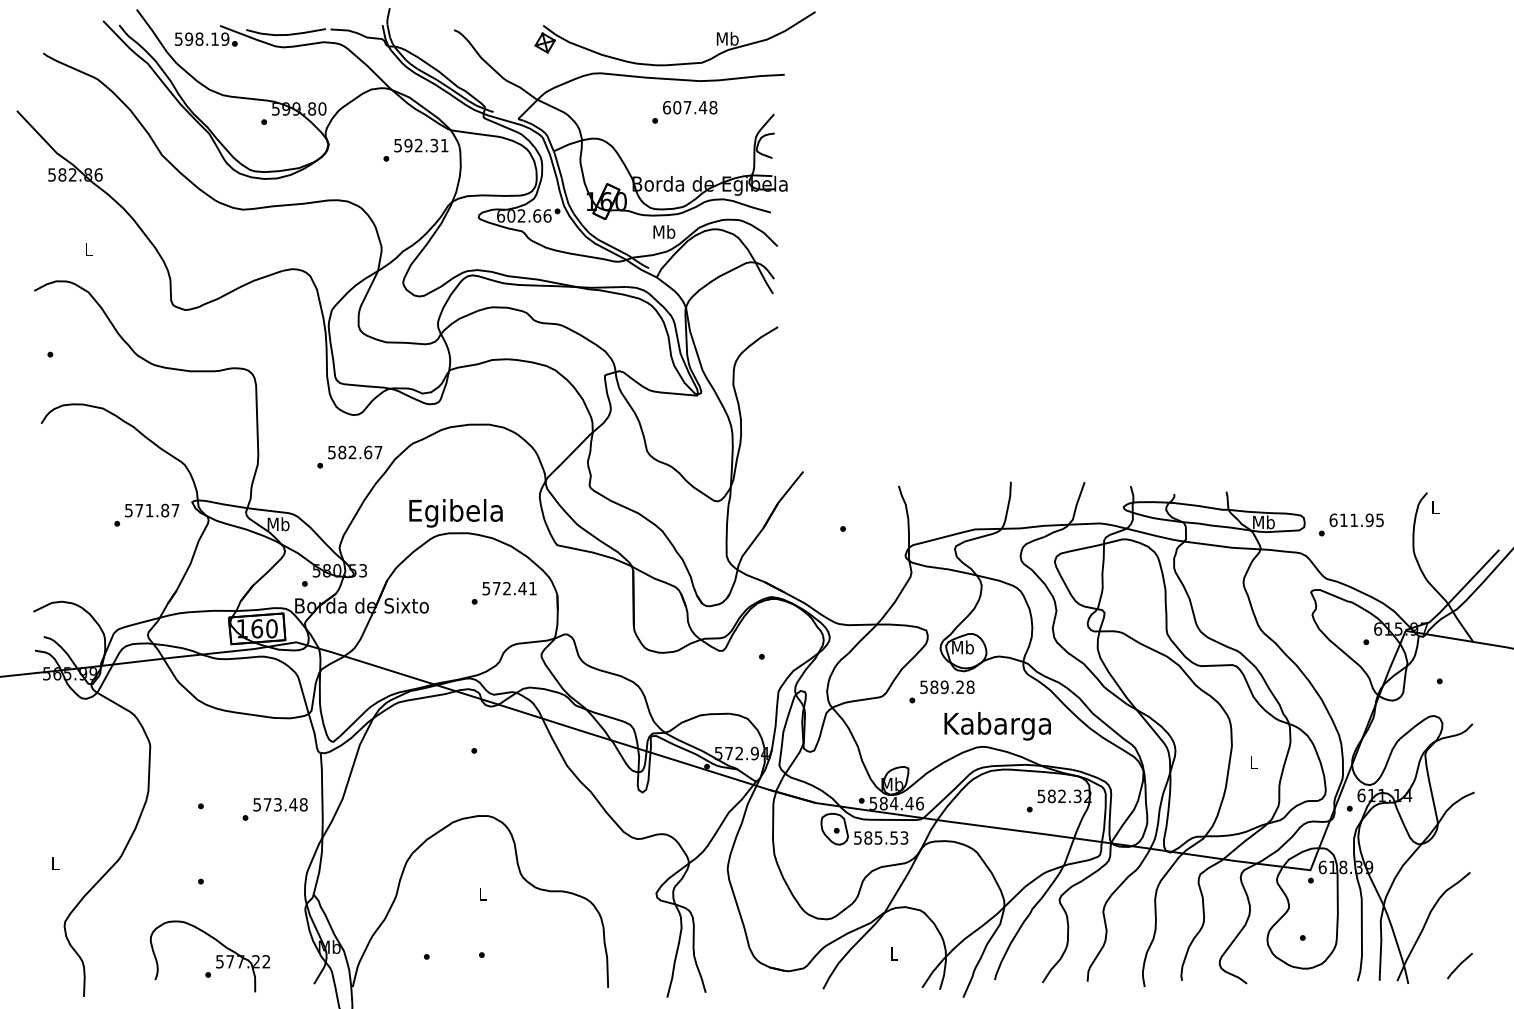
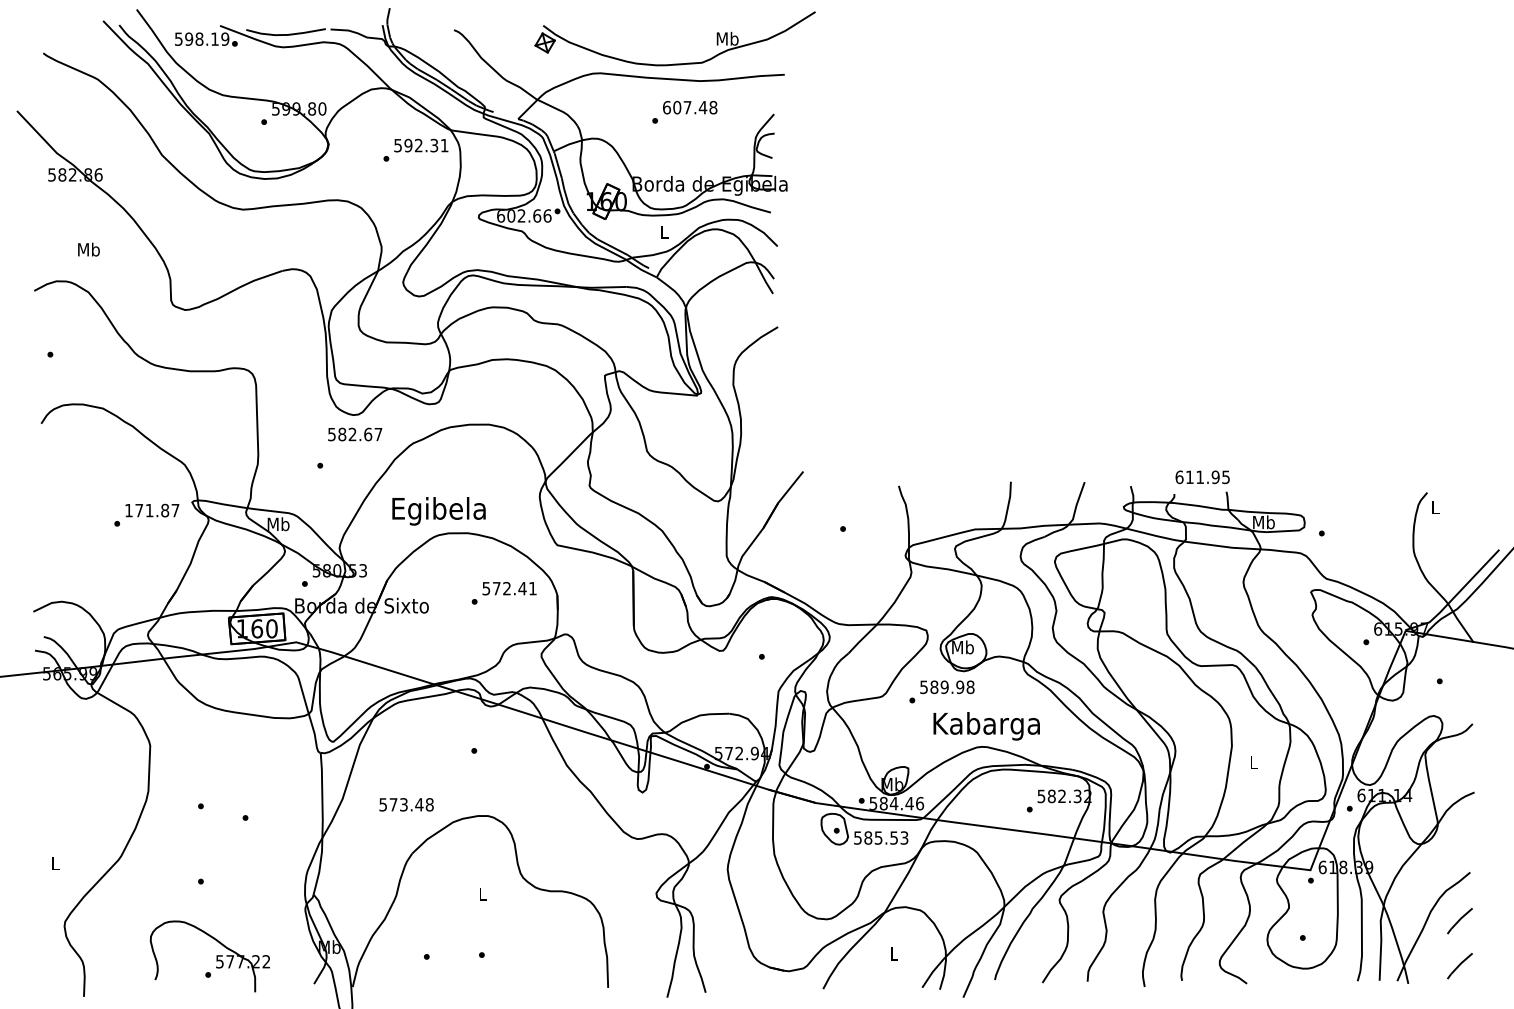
text at (664, 231): Mb -> L
text at (88, 249): L -> Mb
text at (355, 452) position: (355, 452) -> (355, 434)
text at (128, 510): 571.87 -> 171.87
text at (455, 513) position: (455, 513) -> (438, 511)
text at (1356, 520) position: (1356, 520) -> (1202, 477)
text at (960, 687): 589.28 -> 589.98
text at (997, 726) position: (997, 726) -> (986, 726)
text at (280, 804) position: (280, 804) -> (406, 804)
part at (1459, 921): none -> present
